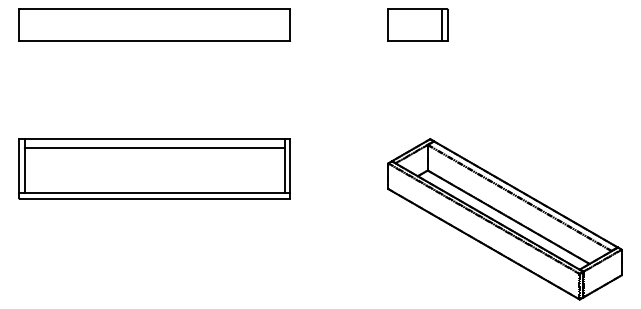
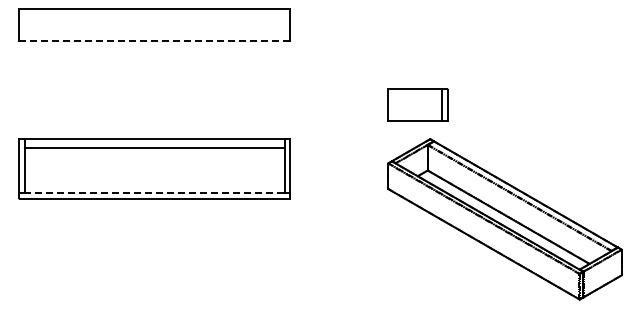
part at (417, 24) position: (417, 24) -> (417, 104)
line at (154, 41): solid -> dashed
line at (155, 193): solid -> dashed
